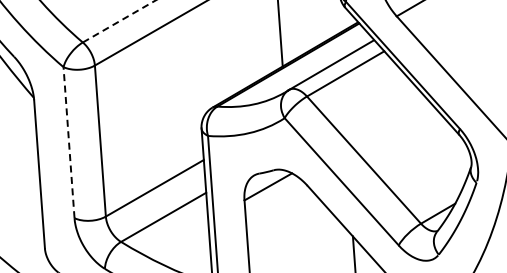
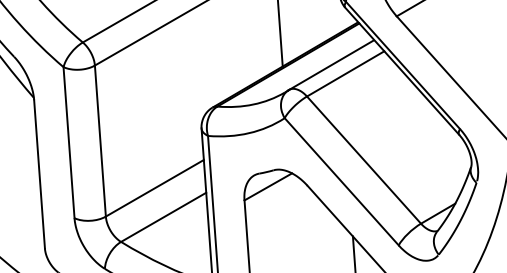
line at (120, 21): dashed -> solid
line at (69, 142): dashed -> solid
